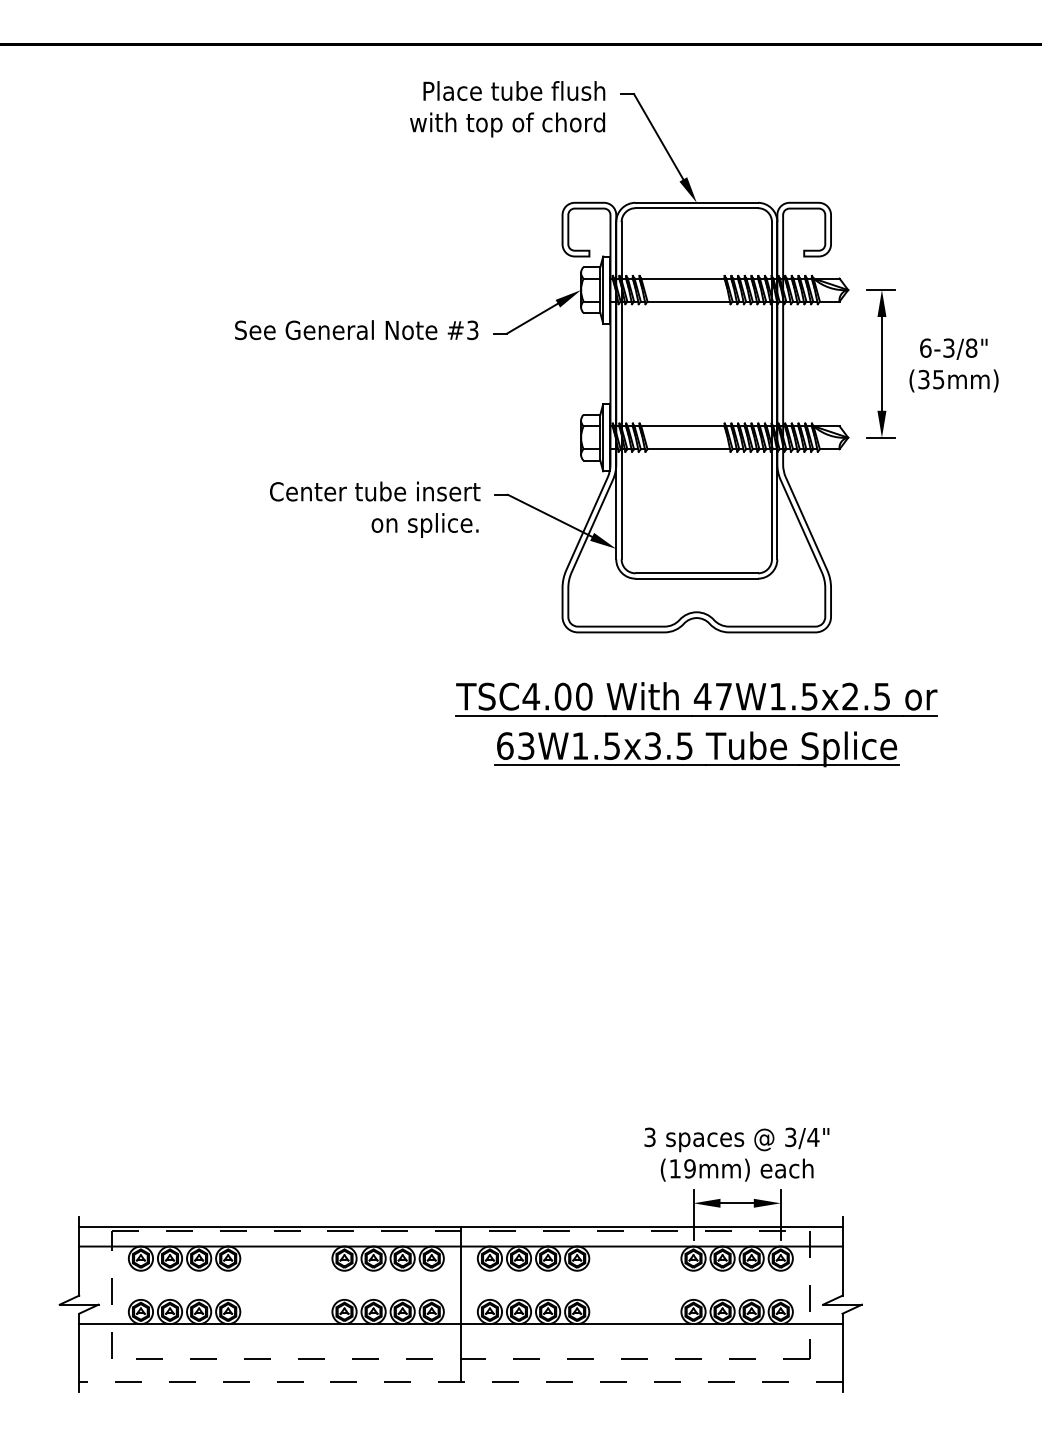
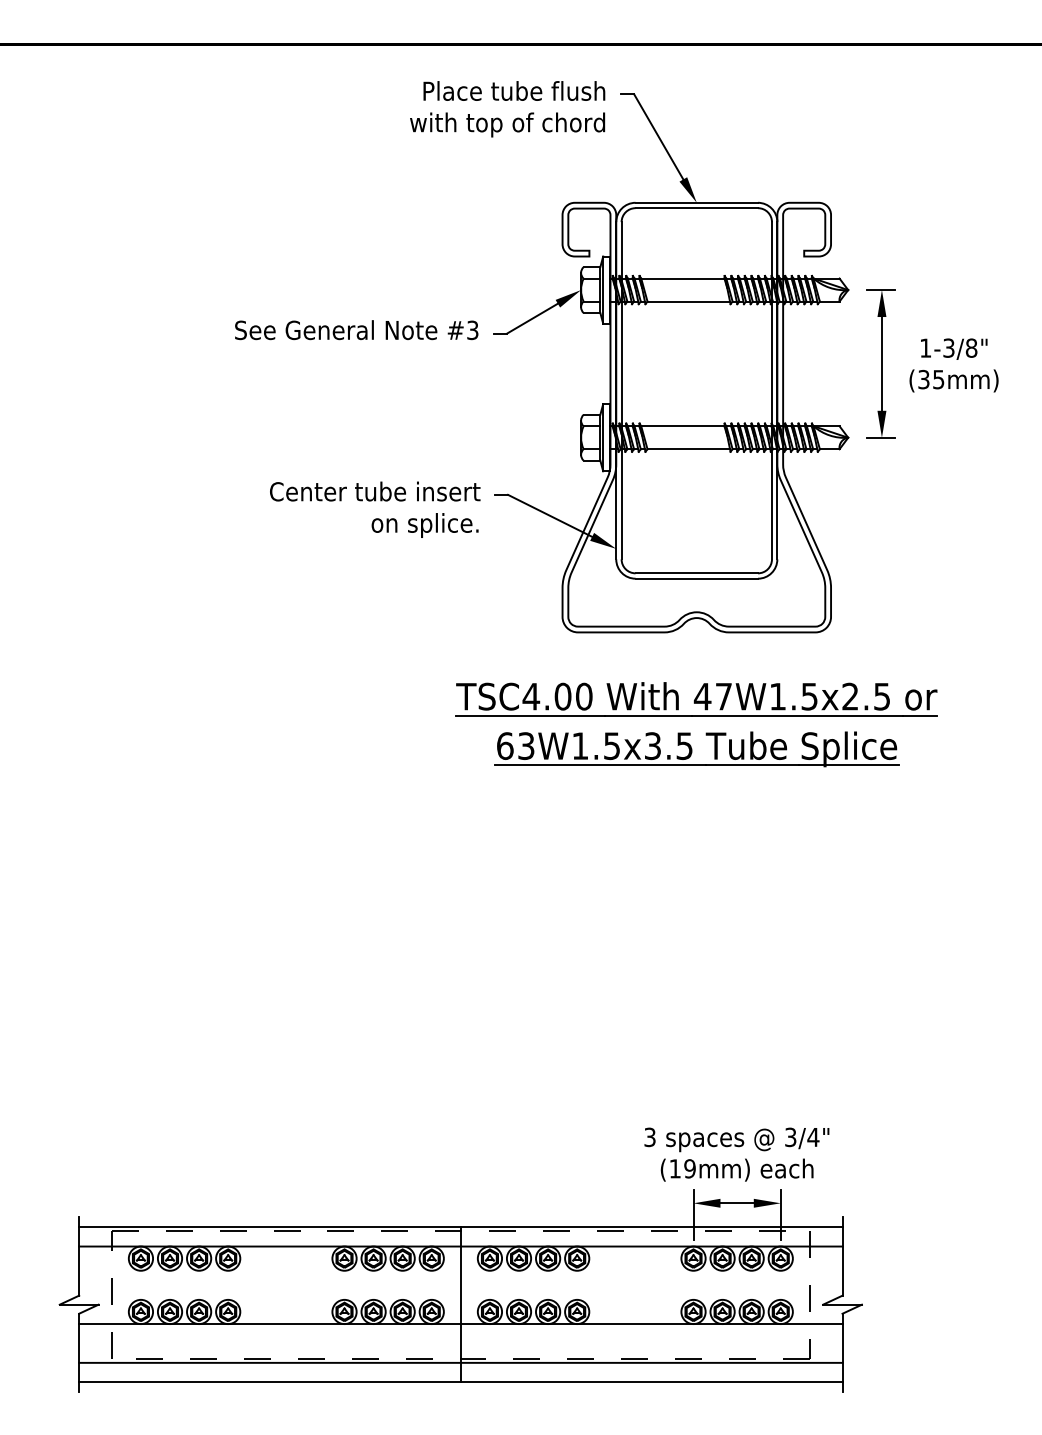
text at (925, 347): 6-3/8" -> 1-3/8"
line at (460, 1362): none -> present
line at (460, 1382): dashed -> solid
